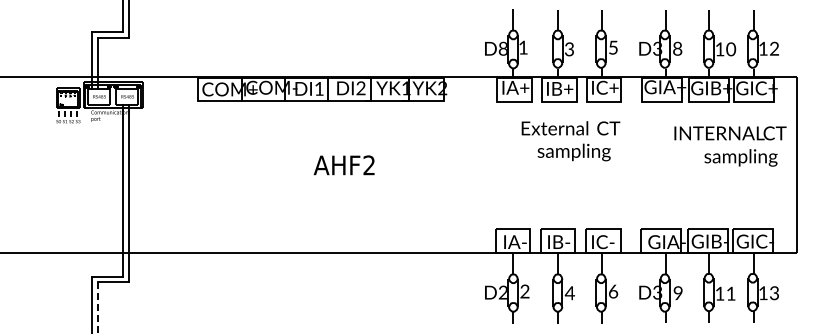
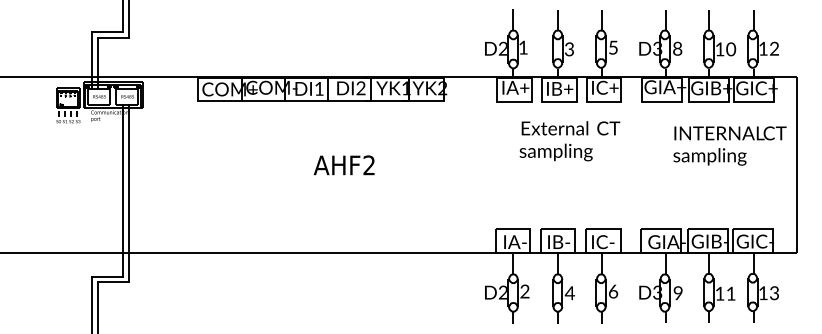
text at (502, 49): D8 -> D2
text at (573, 152) position: (573, 152) -> (555, 152)
text at (740, 157) position: (740, 157) -> (709, 156)
line at (98, 308): dashed -> solid
